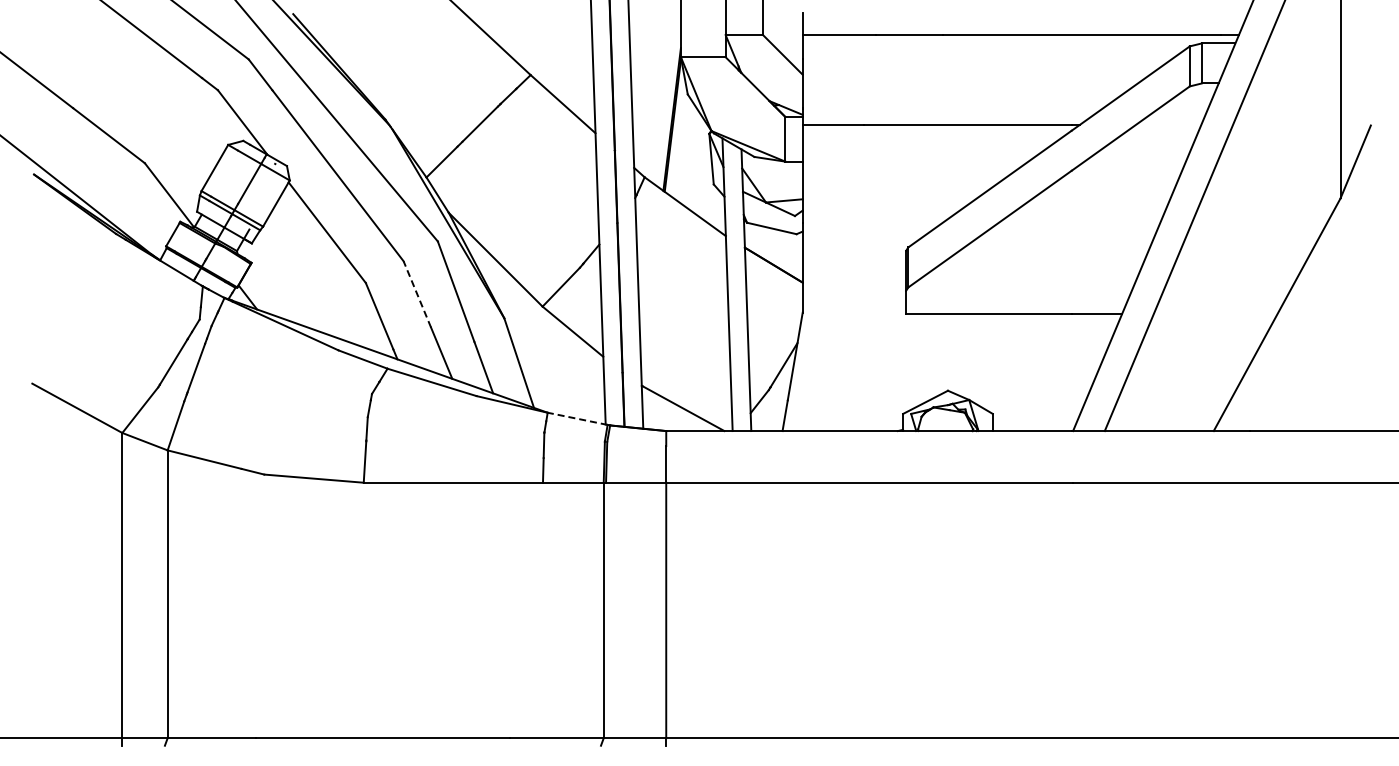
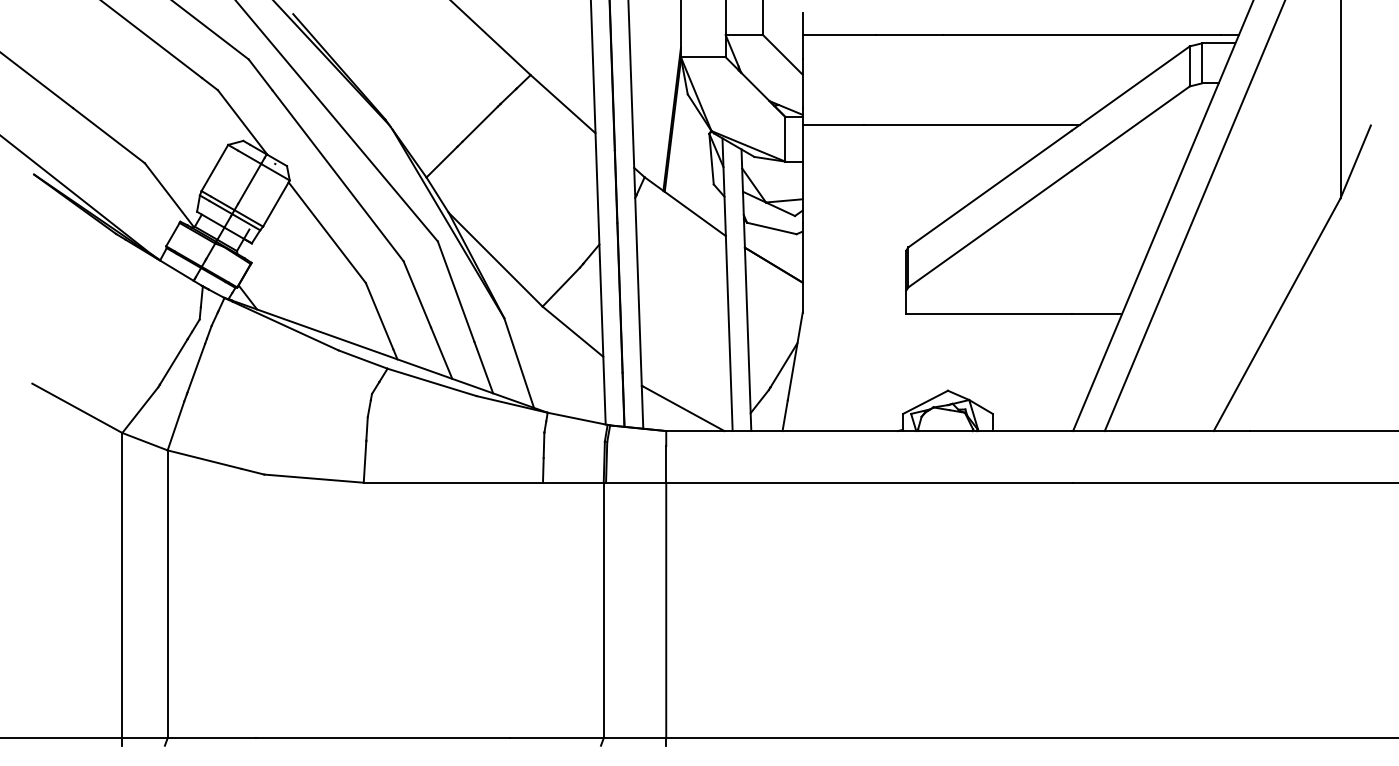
line at (417, 294): dashed -> solid
line at (577, 418): dashed -> solid
